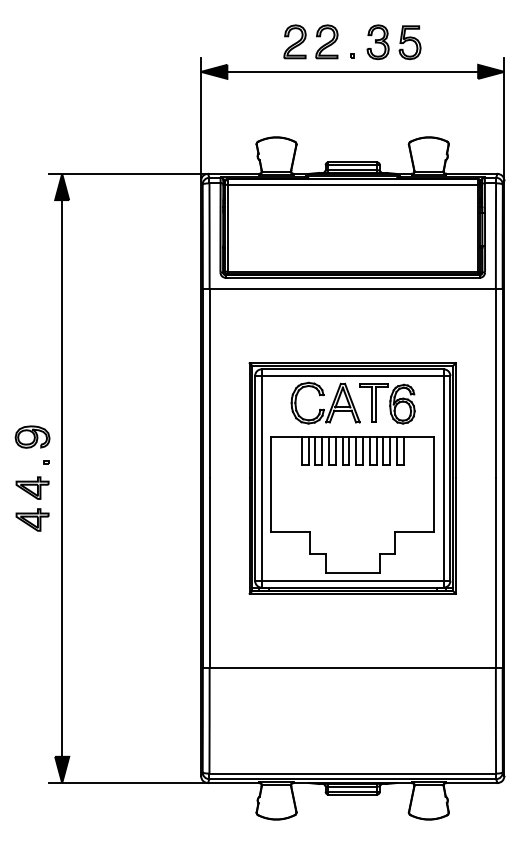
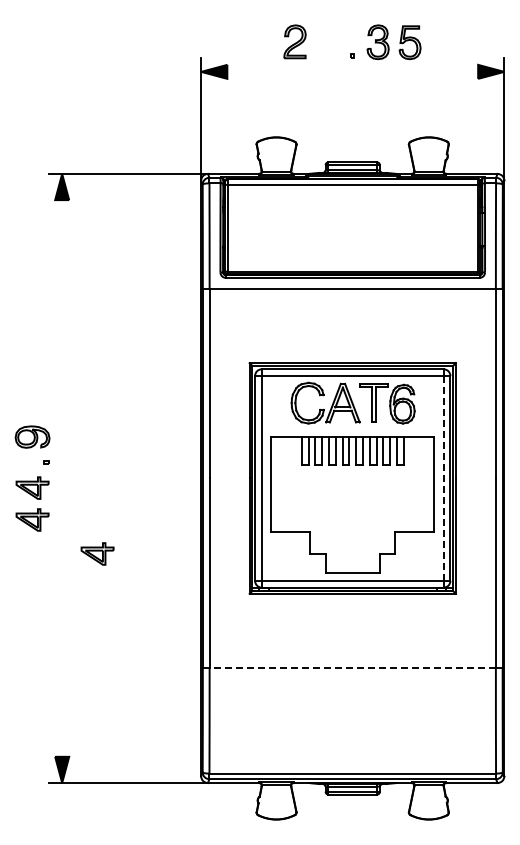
part at (326, 41): present -> none
line at (352, 71): present -> none
line at (62, 478): present -> none
line at (443, 478): solid -> dashed
part at (97, 553): none -> present
line at (352, 667): solid -> dashed
